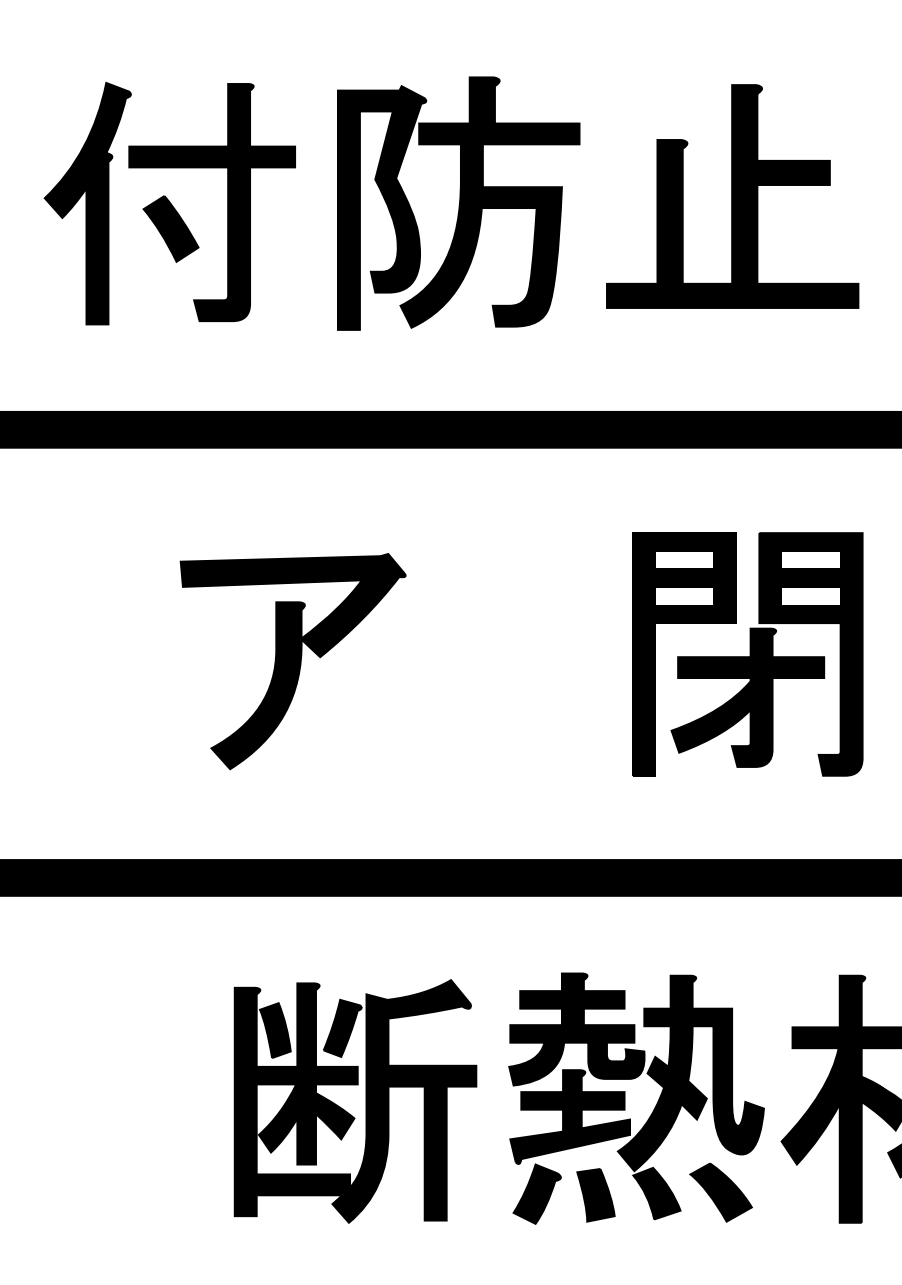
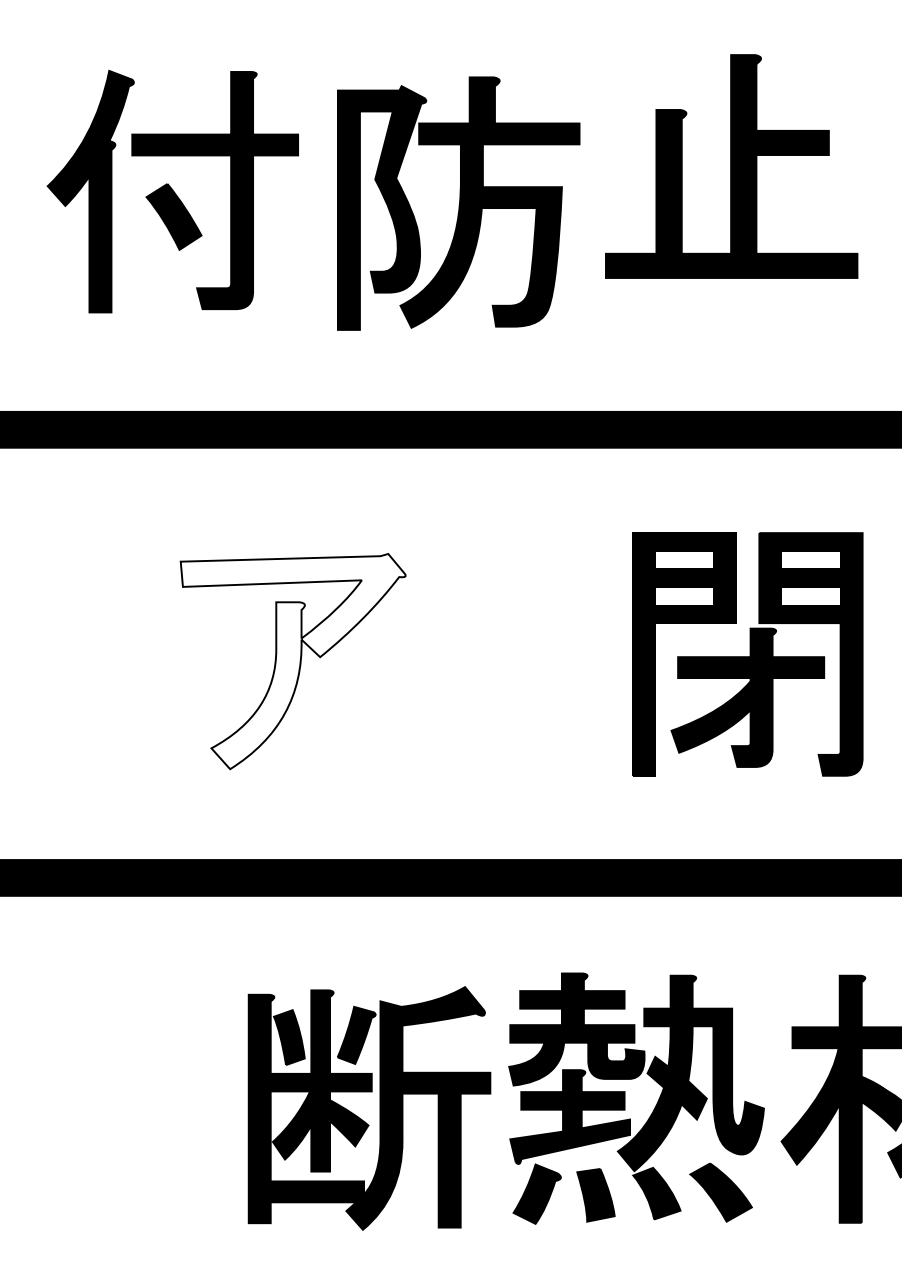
part at (732, 196) position: (732, 196) -> (731, 166)
part at (169, 203) position: (169, 203) -> (172, 191)
fill at (292, 661): present -> none
part at (365, 1101) position: (365, 1101) -> (379, 1108)
